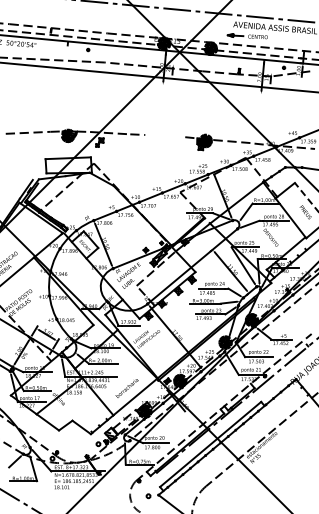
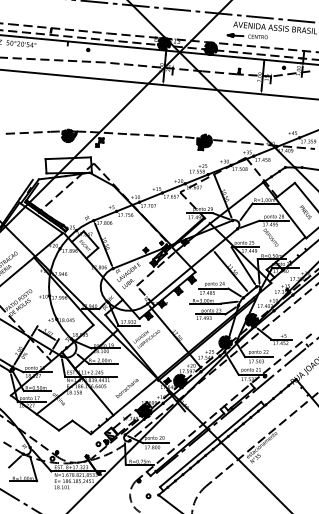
line at (158, 77) position: (158, 77) -> (158, 84)
line at (165, 135): none -> present
line at (306, 197): dashed -> solid
